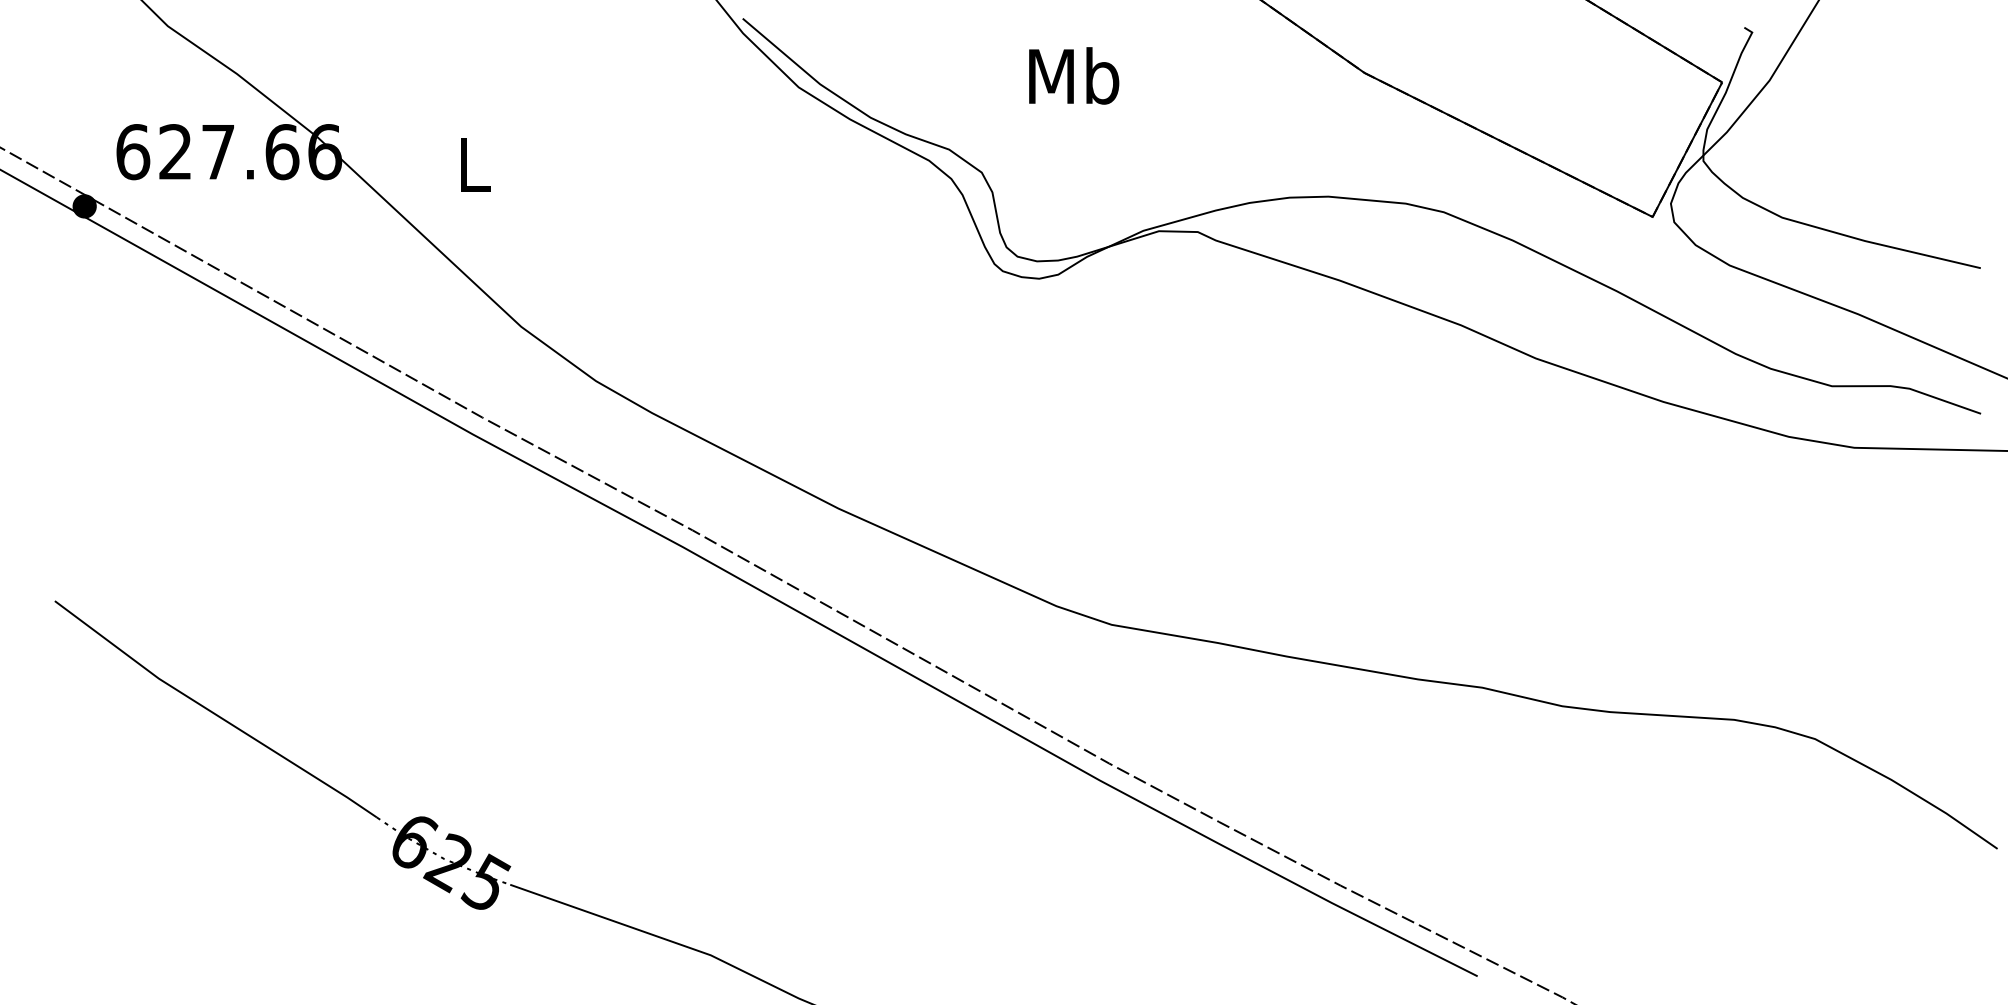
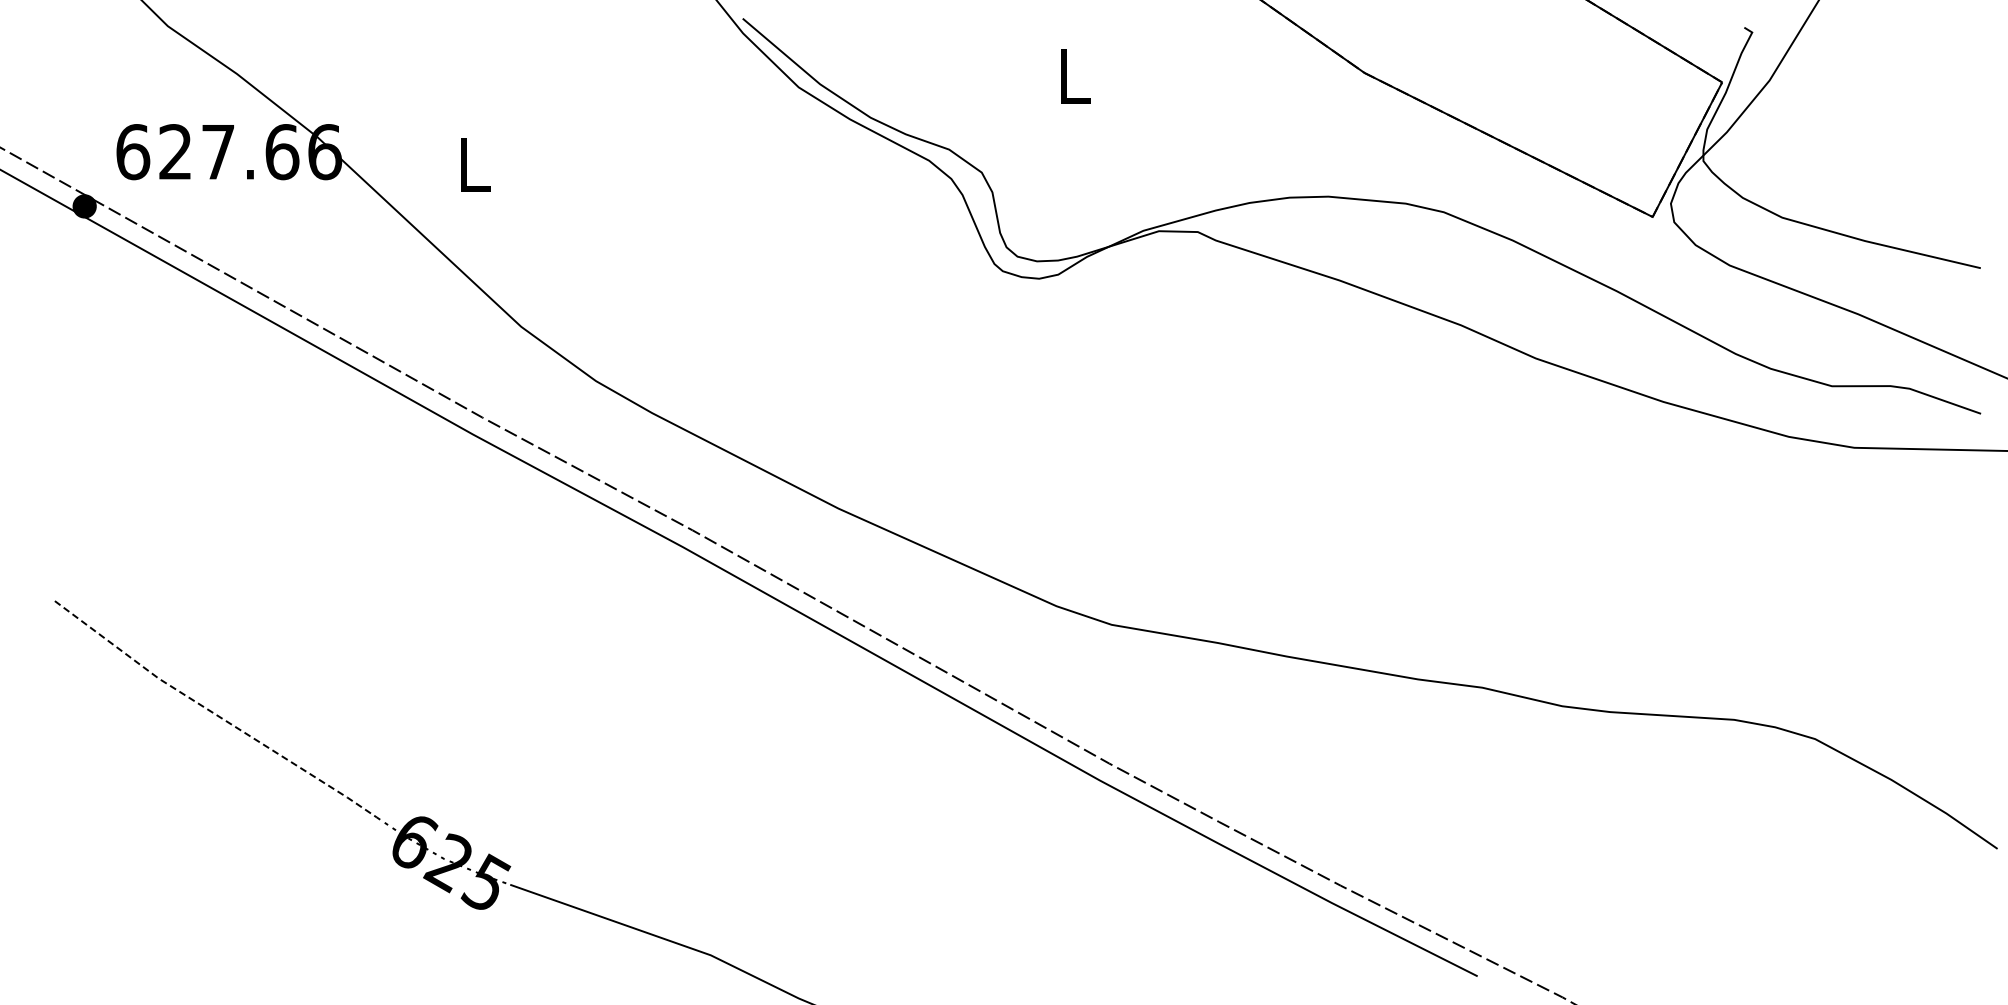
text at (1074, 75): Mb -> L
line at (213, 713): solid -> dashed
